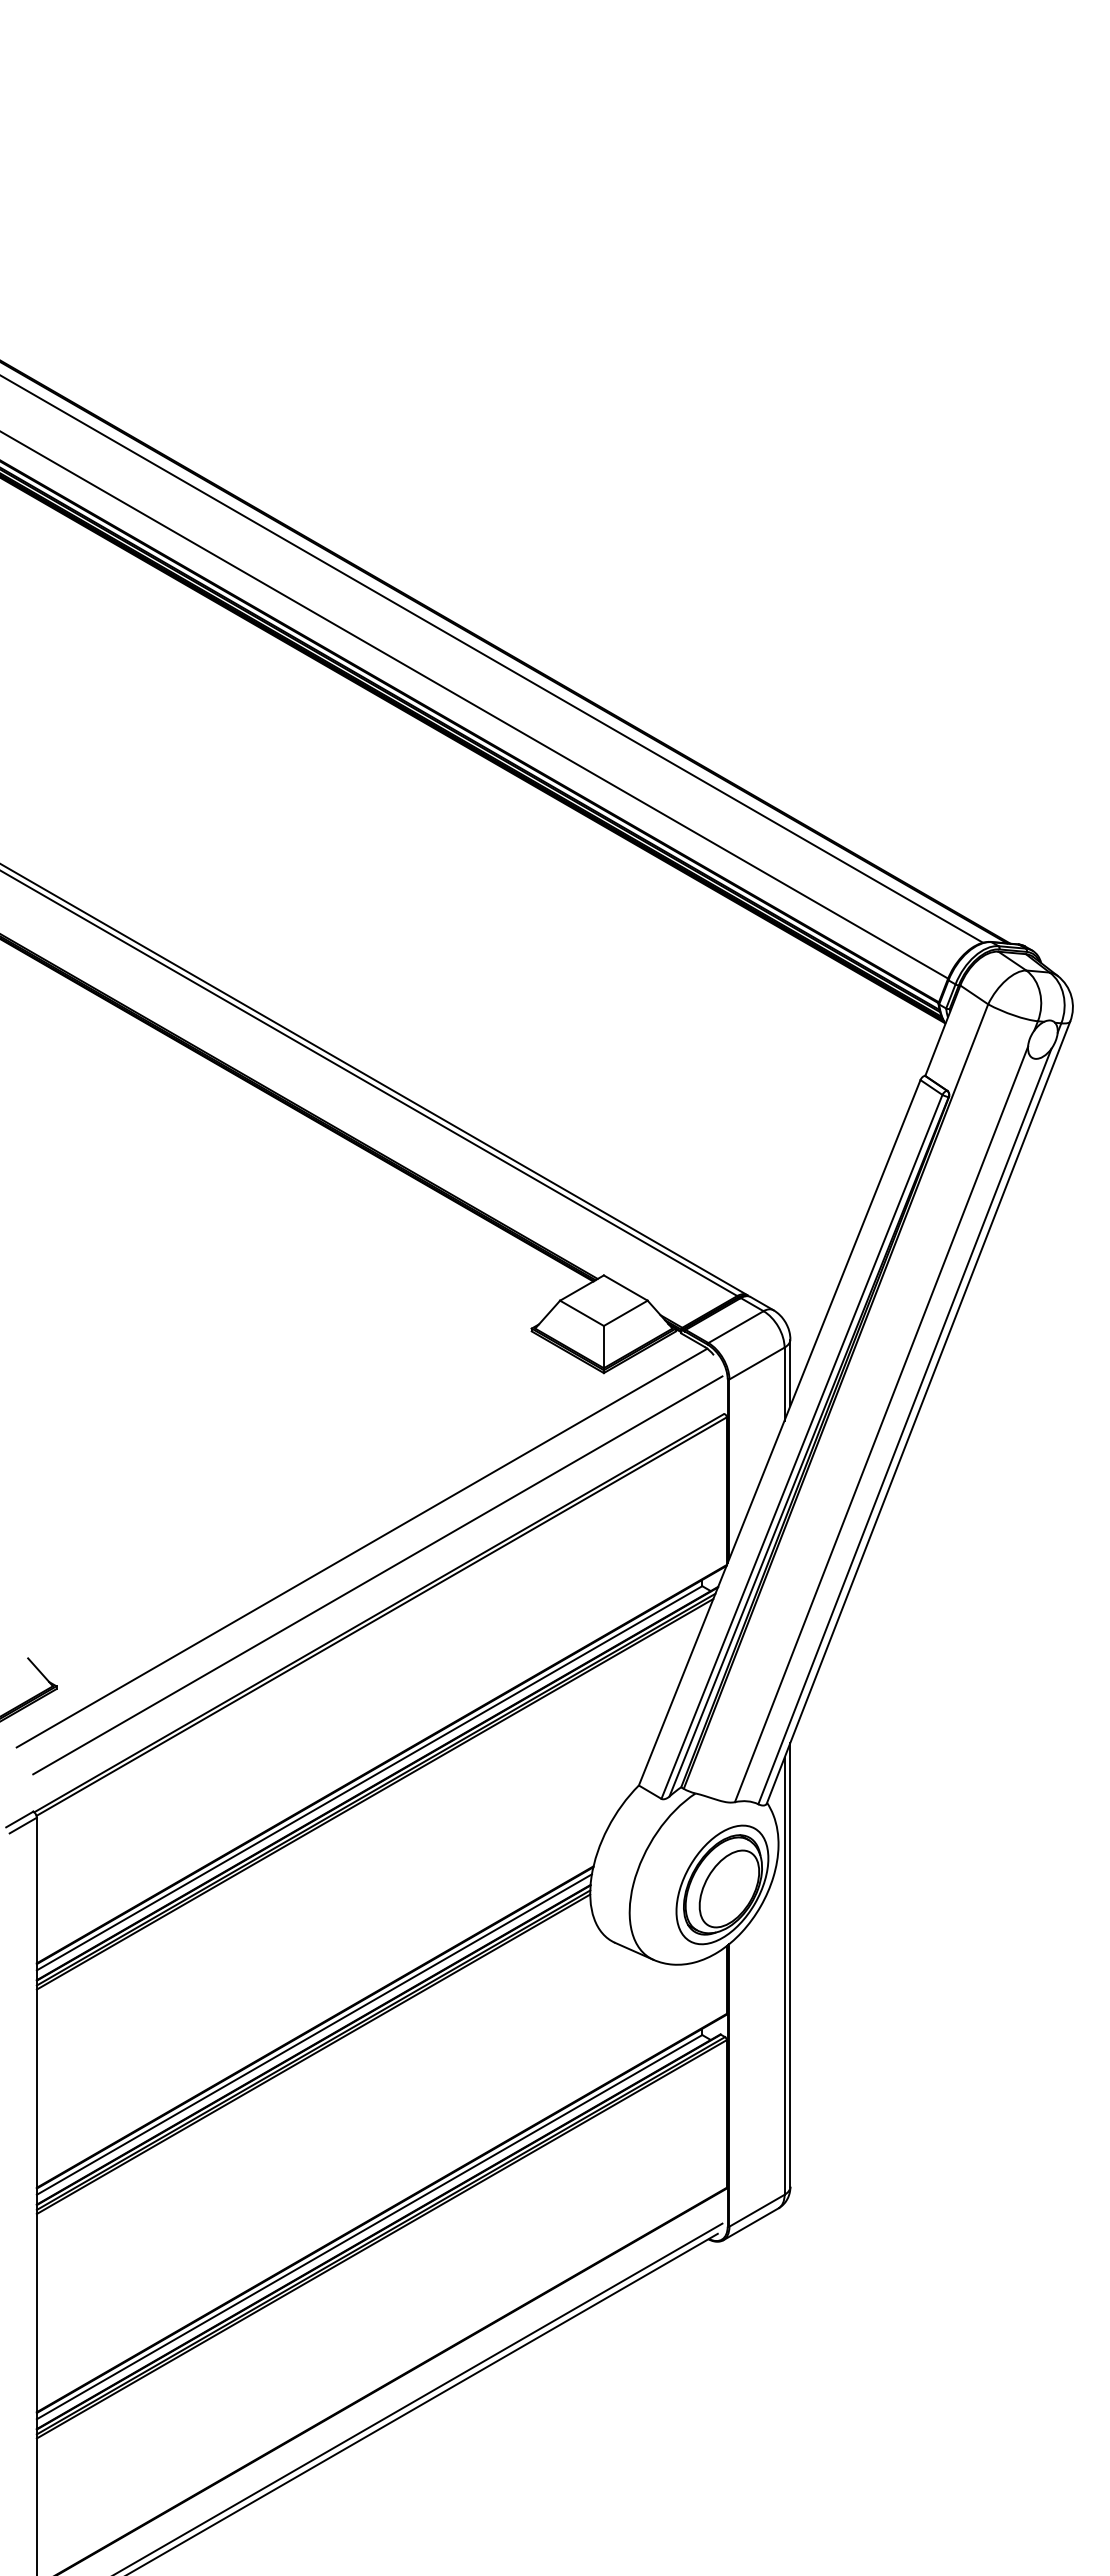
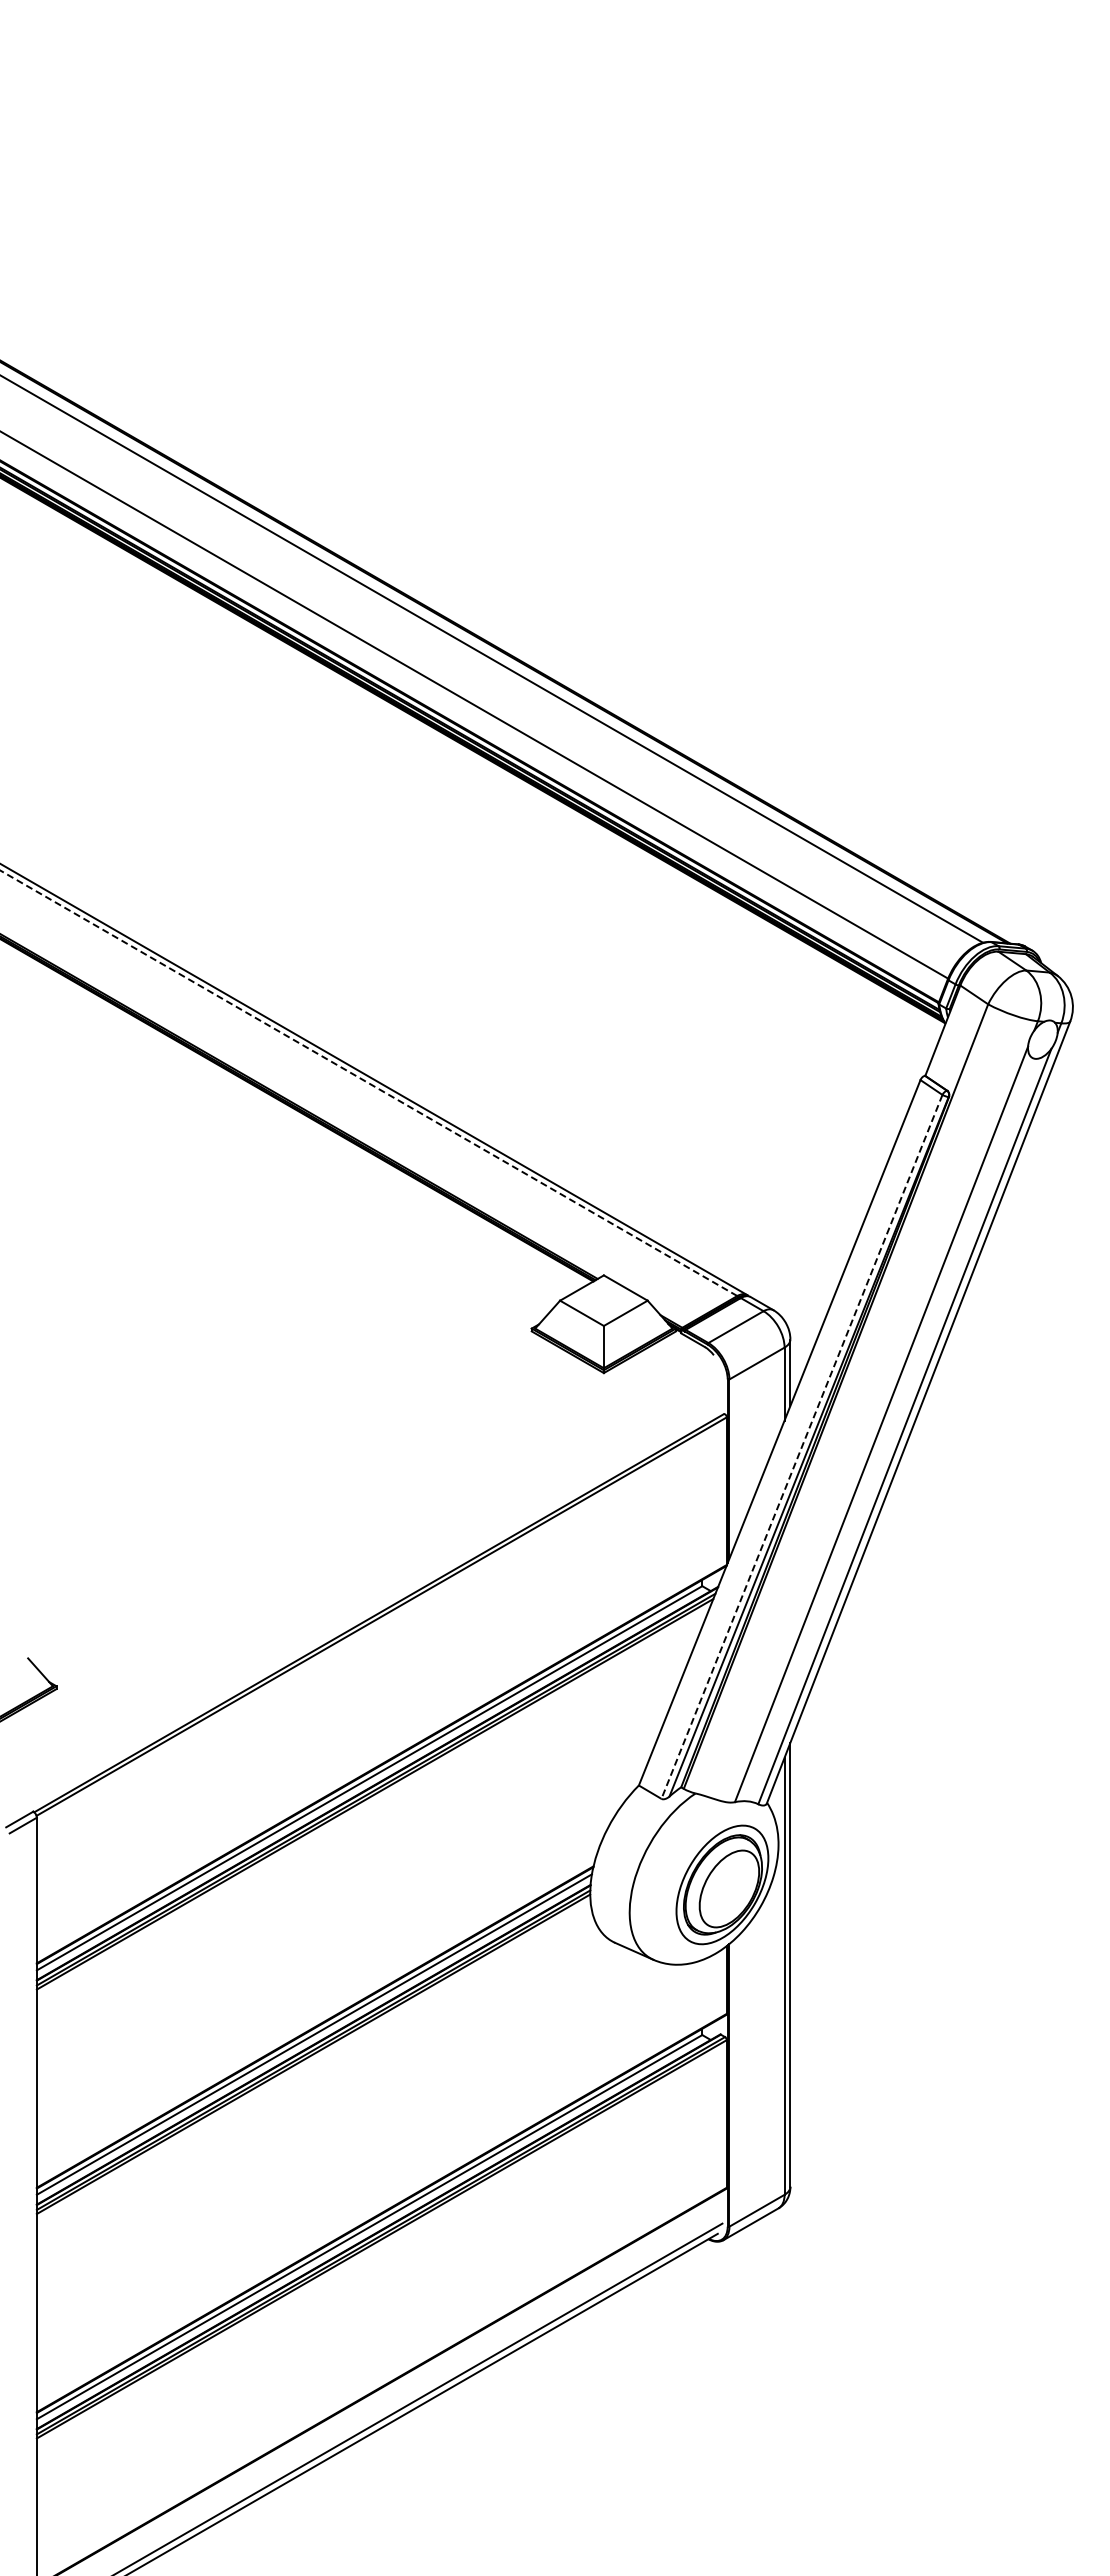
line at (368, 1083): solid -> dashed
line at (801, 1446): solid -> dashed
line at (361, 1547): present -> none
line at (377, 1575): present -> none
